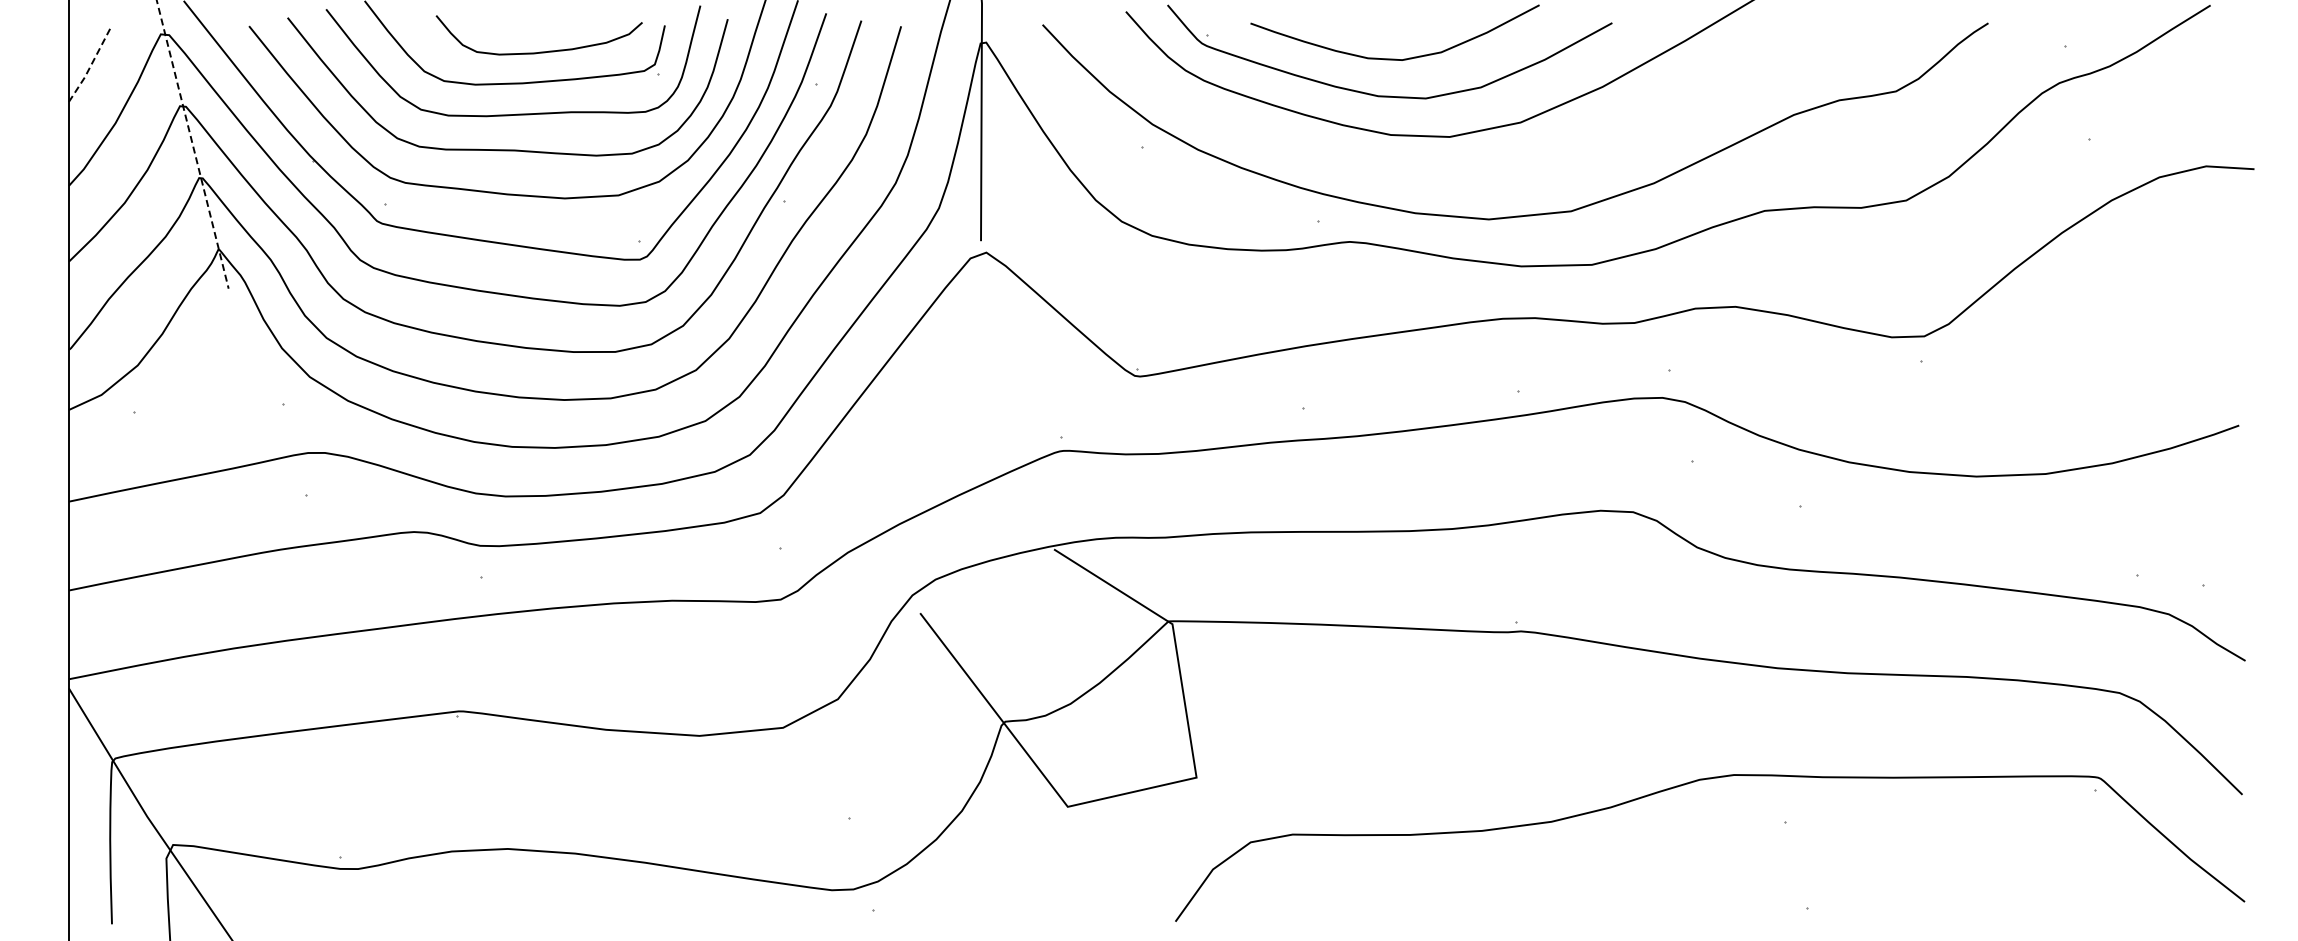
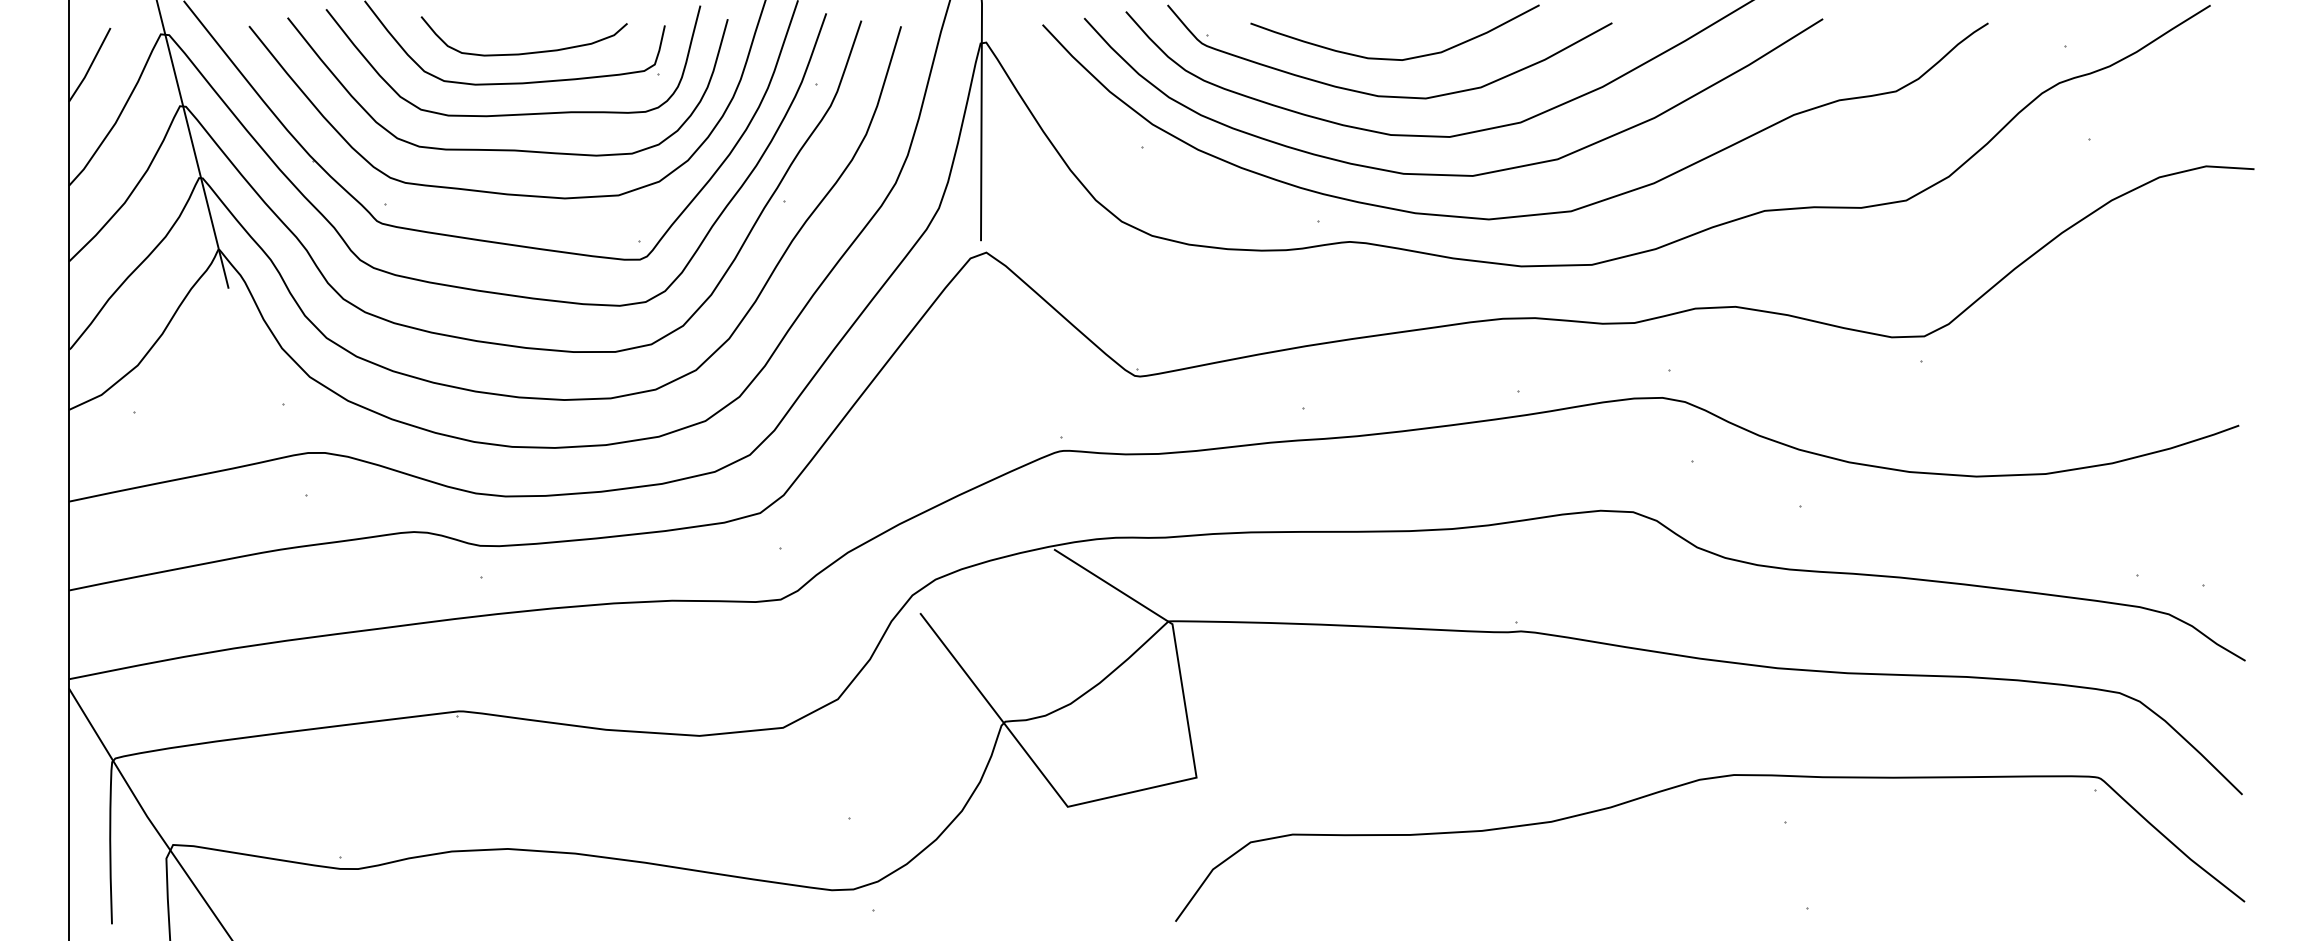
curve at (539, 51) position: (539, 51) -> (524, 52)
line at (90, 66): dashed -> solid
line at (192, 144): dashed -> solid
curve at (1453, 174): none -> present
